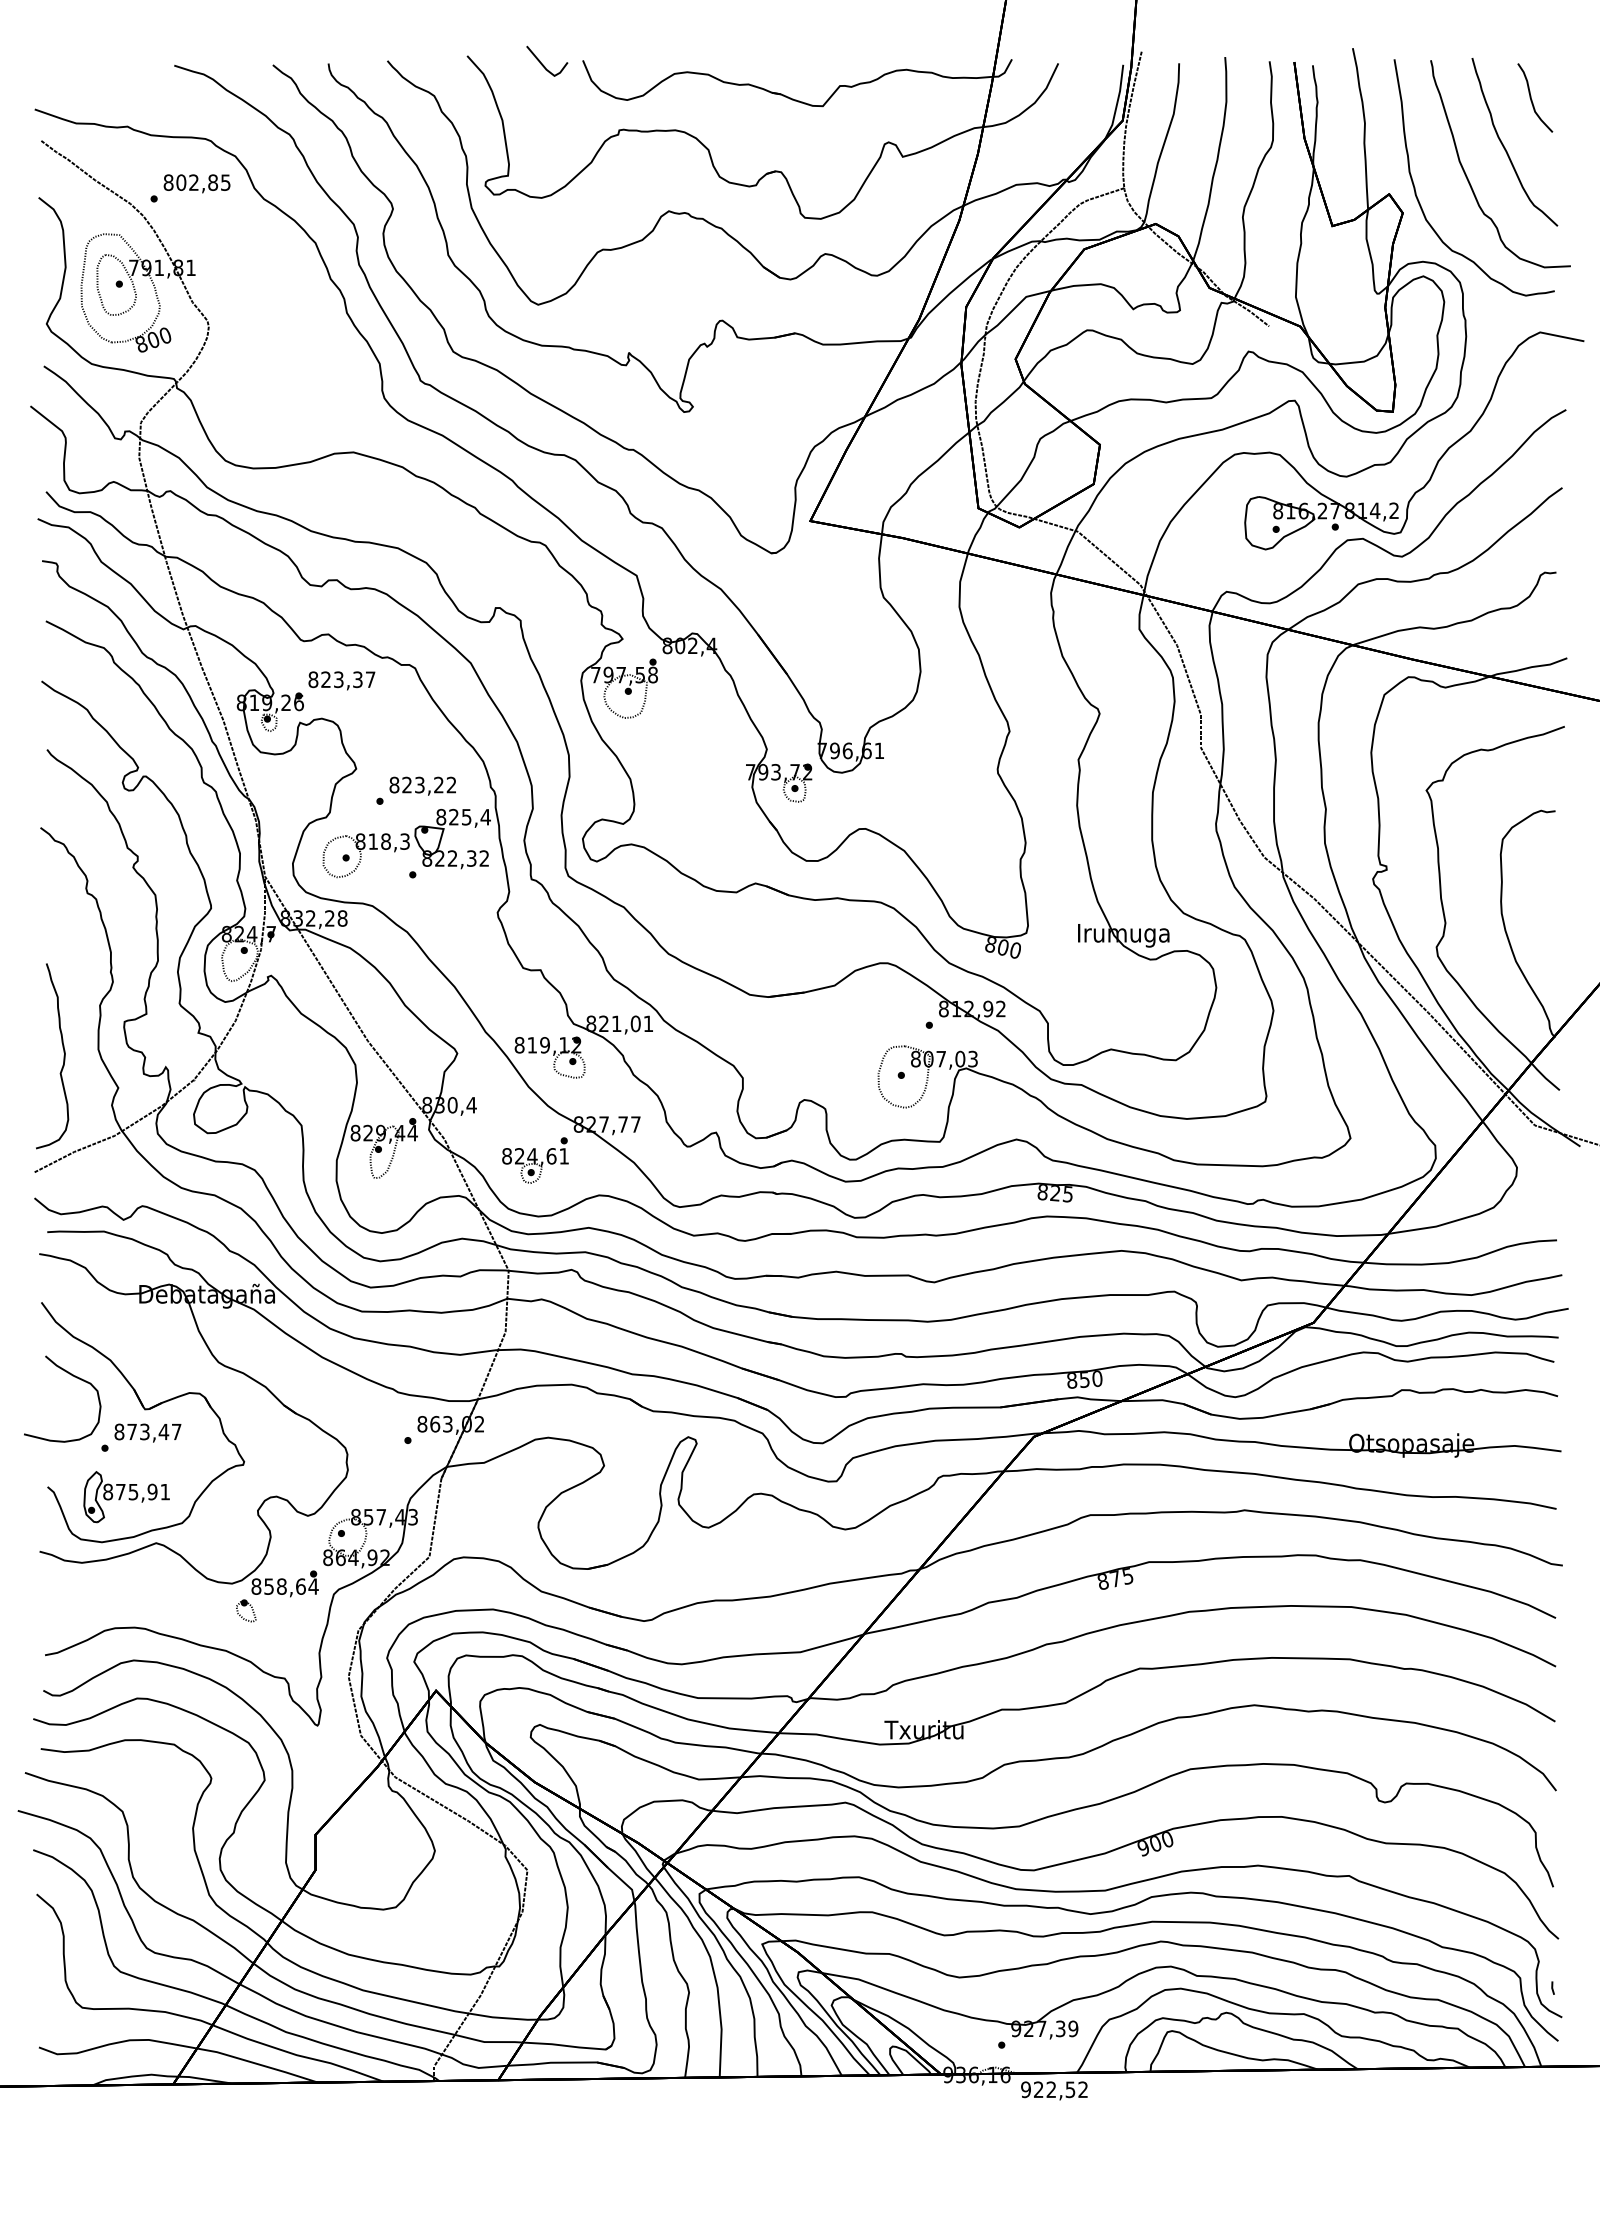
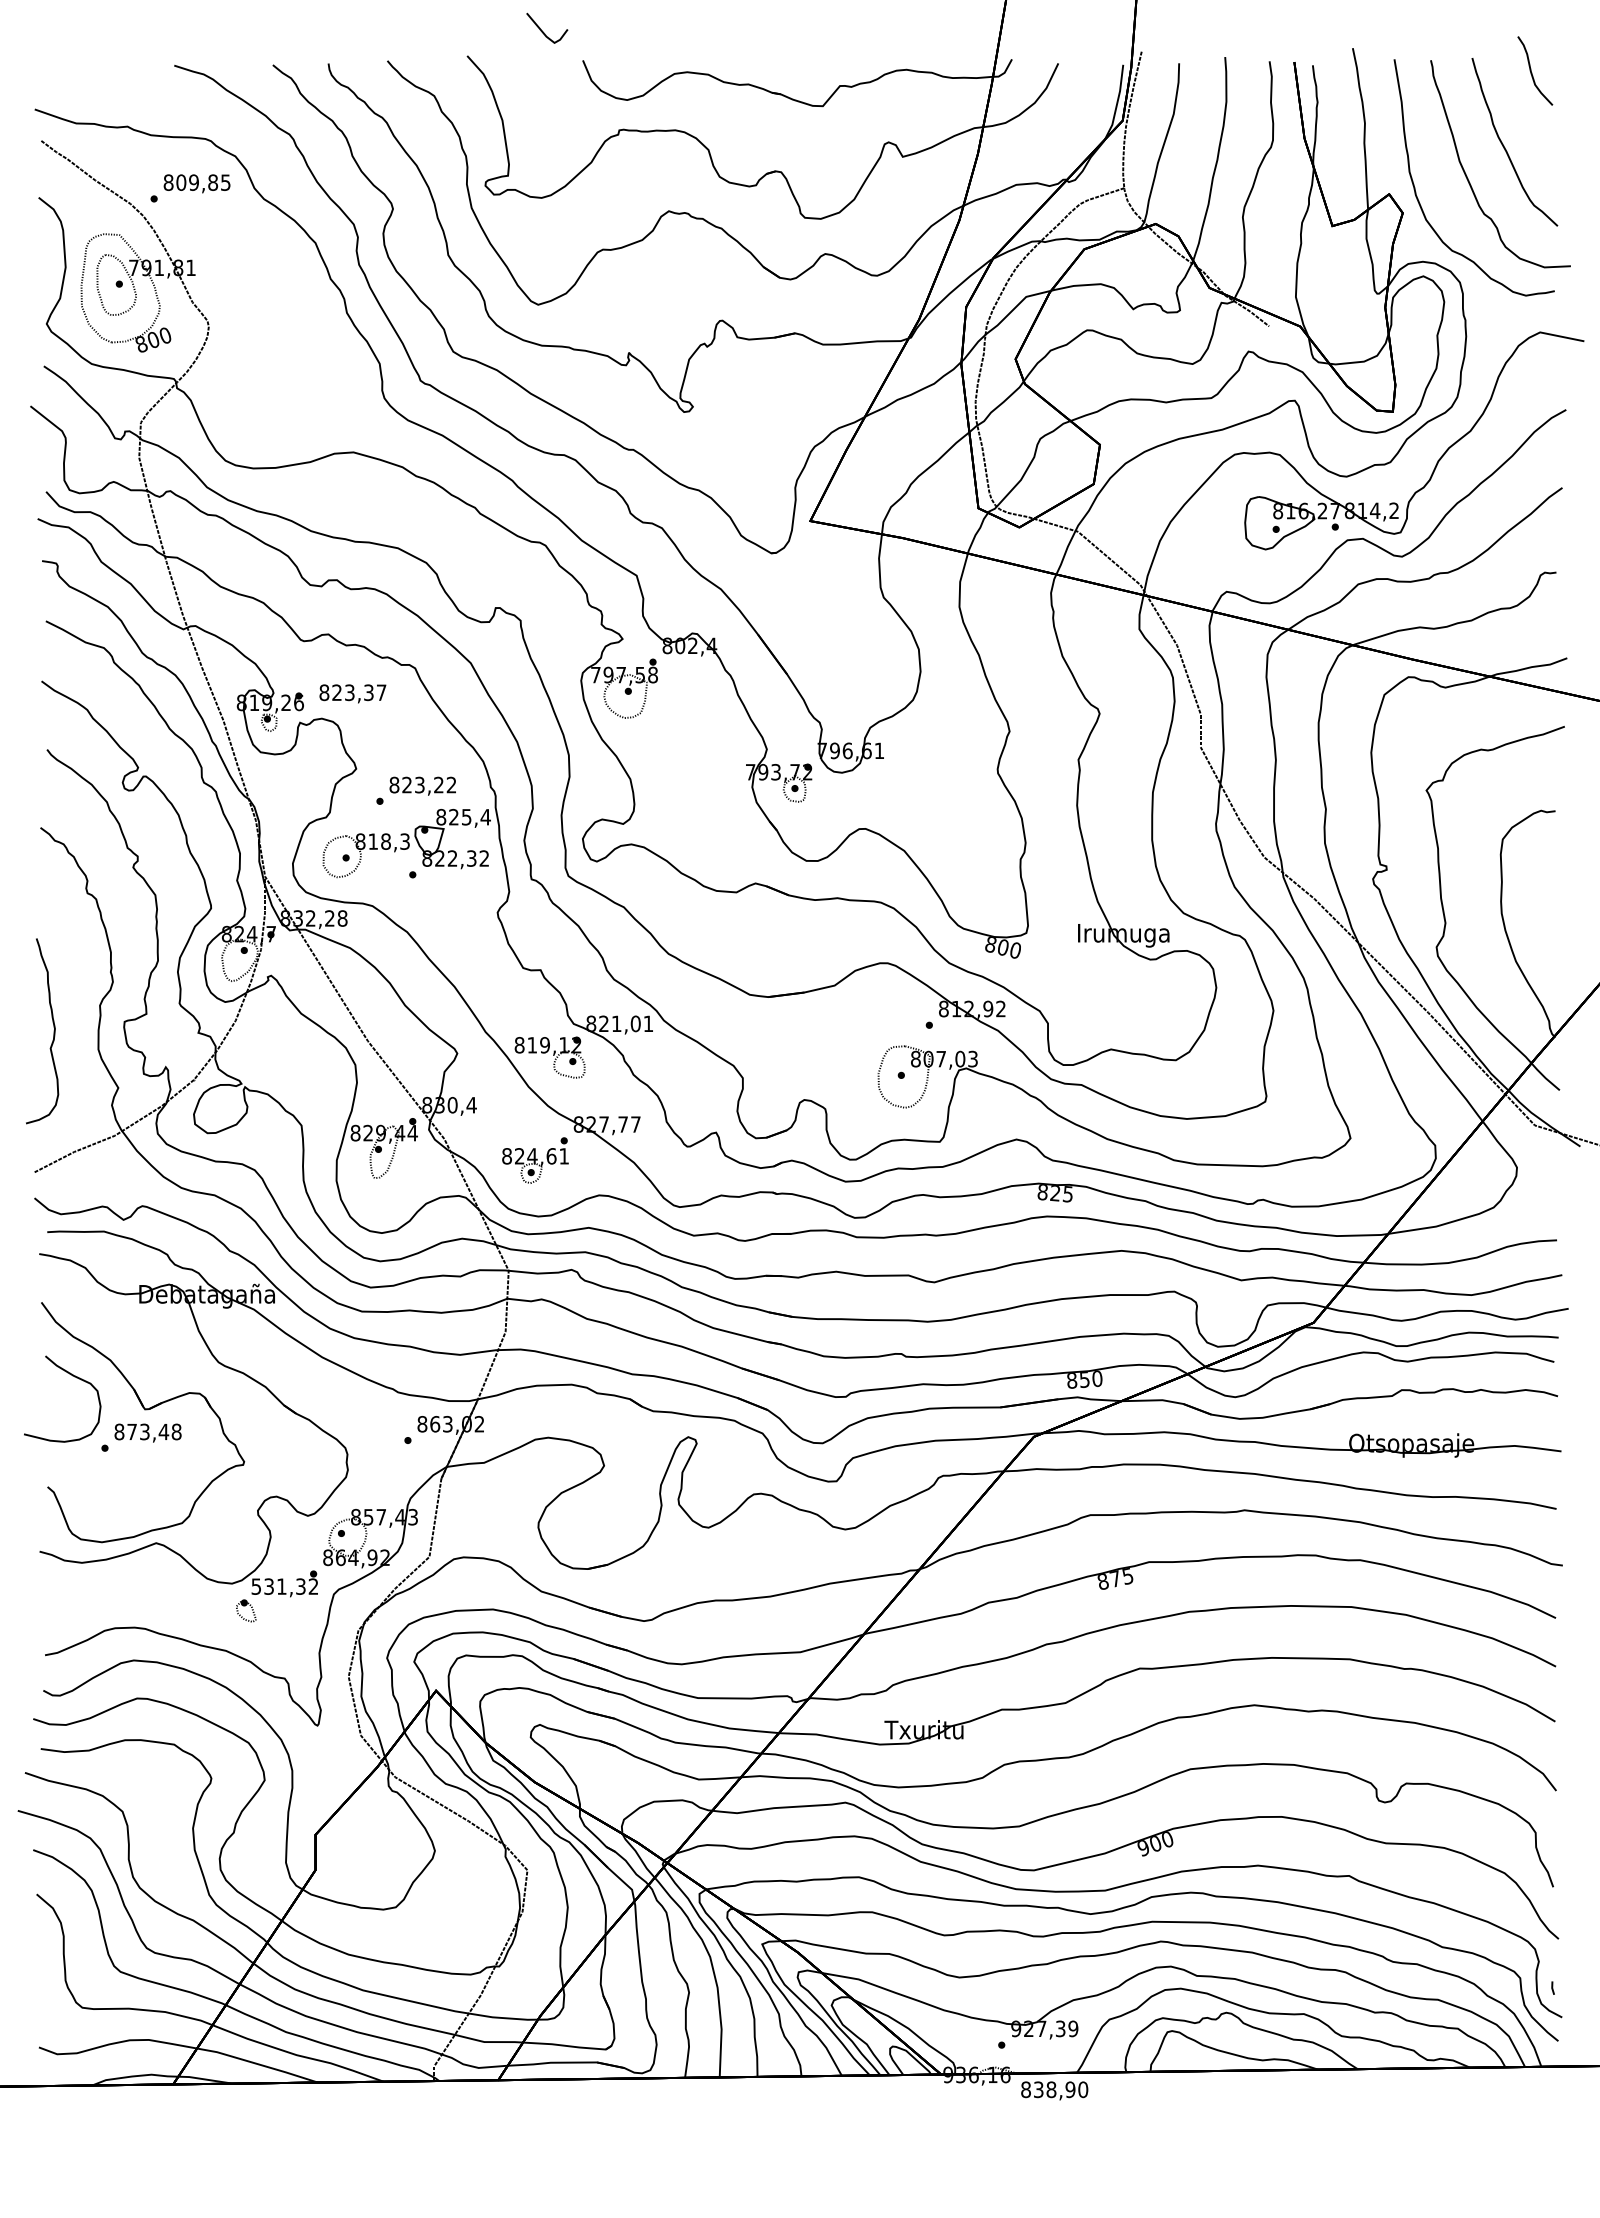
line at (543, 64) position: (543, 64) -> (543, 31)
curve at (1532, 99) position: (1532, 99) -> (1532, 72)
text at (193, 182): 802,85 -> 809,85
text at (341, 680) position: (341, 680) -> (352, 693)
curve at (63, 1056) position: (63, 1056) -> (53, 1031)
text at (176, 1431): 873,47 -> 873,48
part at (126, 1497): present -> none
text at (284, 1586): 858,64 -> 531,32
text at (1054, 2089): 922,52 -> 838,90
